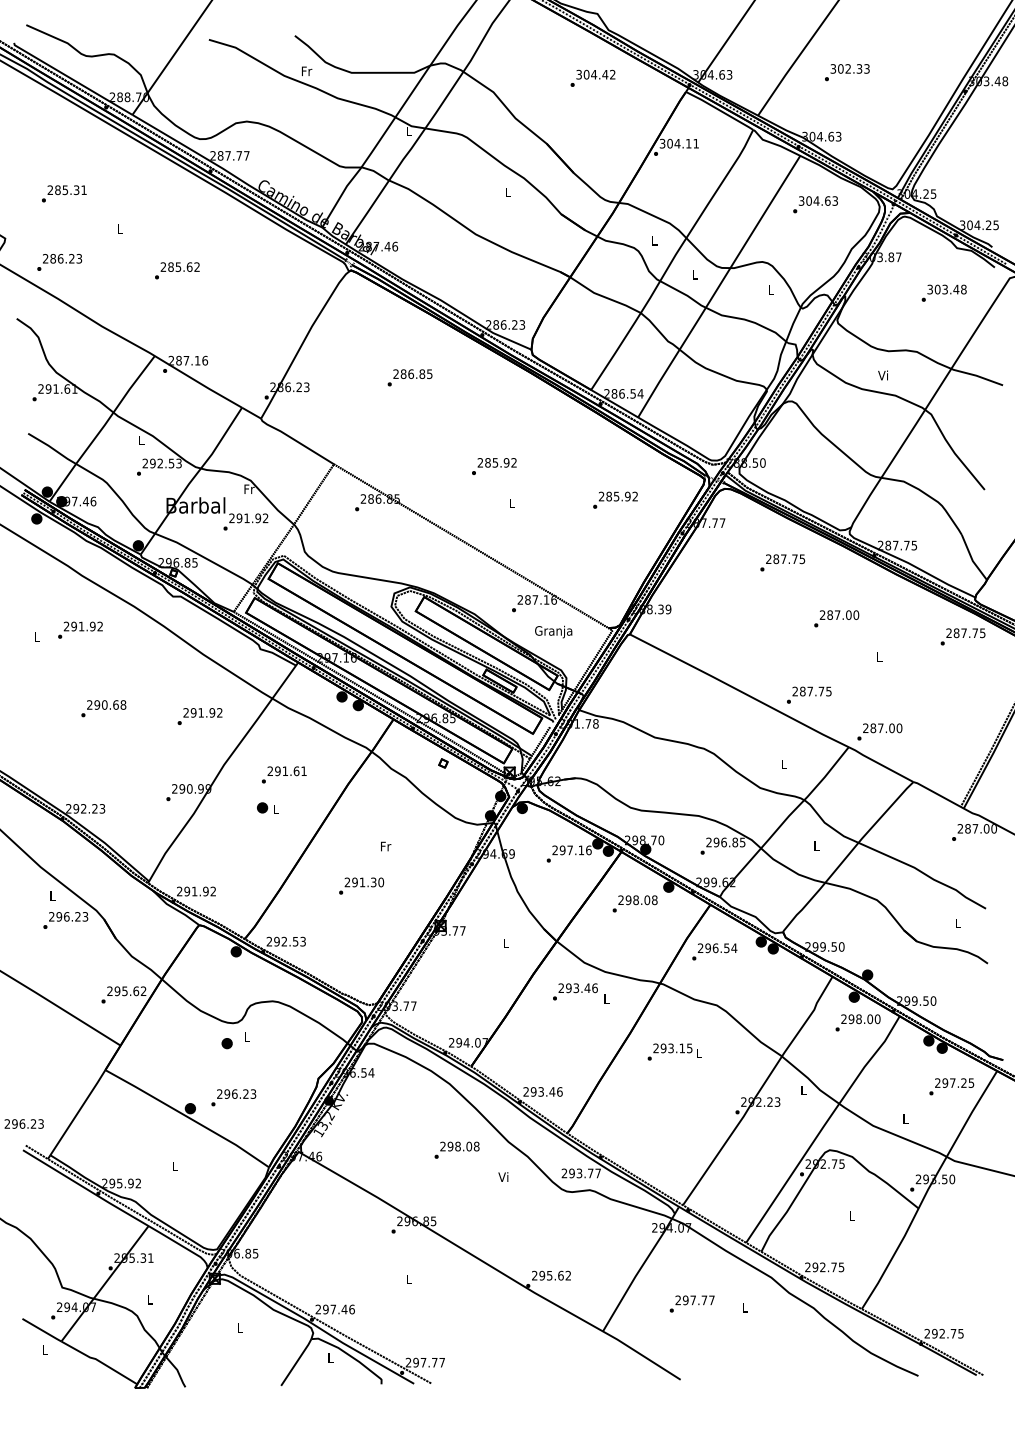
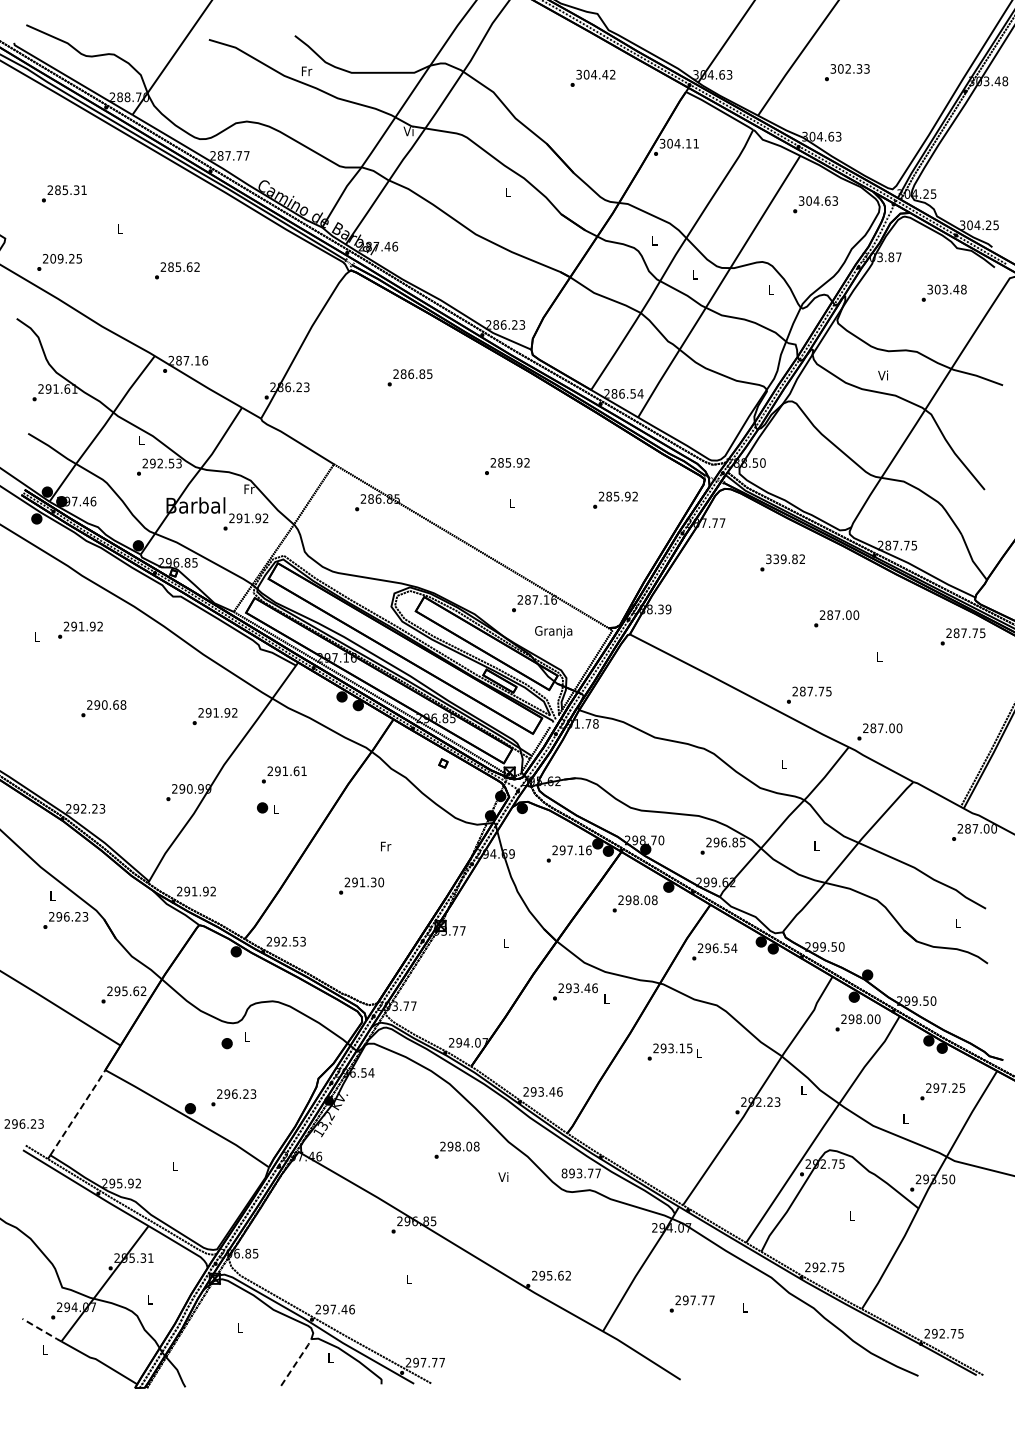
text at (408, 131): L -> Vi
text at (65, 258): 286.23 -> 209.25
text at (494, 466) position: (494, 466) -> (507, 466)
text at (785, 559): 287.75 -> 339.82
text at (199, 716) position: (199, 716) -> (214, 716)
text at (951, 1086) position: (951, 1086) -> (942, 1091)
line at (78, 1111): solid -> dashed
text at (564, 1173): 293.77 -> 893.77
line at (42, 1330): solid -> dashed
line at (297, 1361): solid -> dashed
